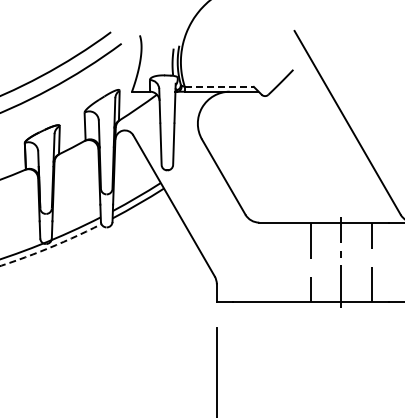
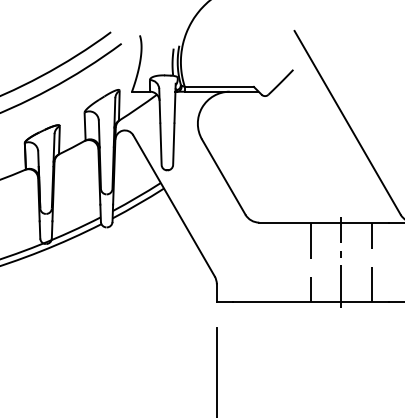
line at (219, 86): dashed -> solid
arc at (51, 246): dashed -> solid
